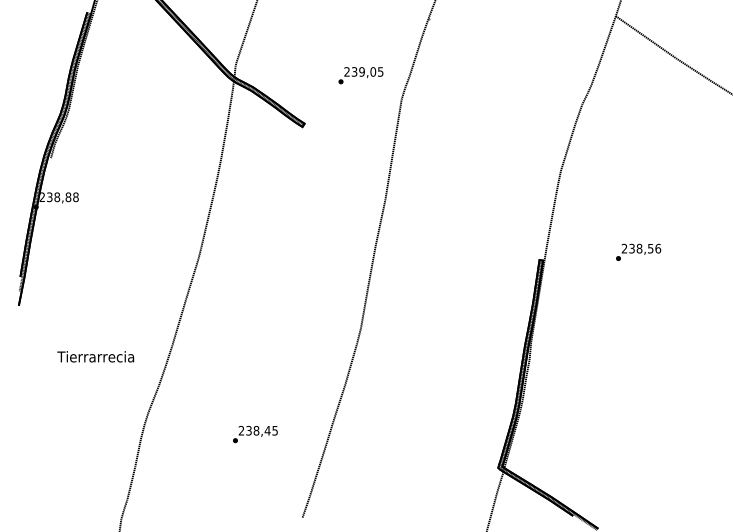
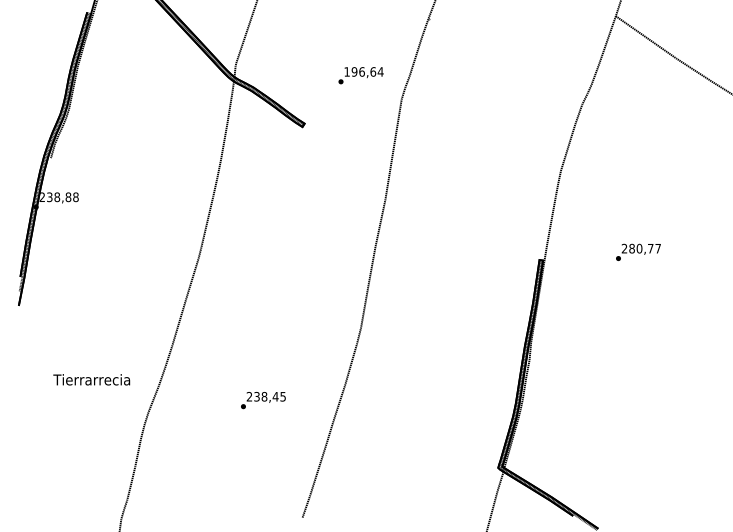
text at (363, 71): 239,05 -> 196,64
text at (645, 248): 238,56 -> 280,77
text at (95, 356) position: (95, 356) -> (91, 379)
text at (255, 434) position: (255, 434) -> (263, 400)
